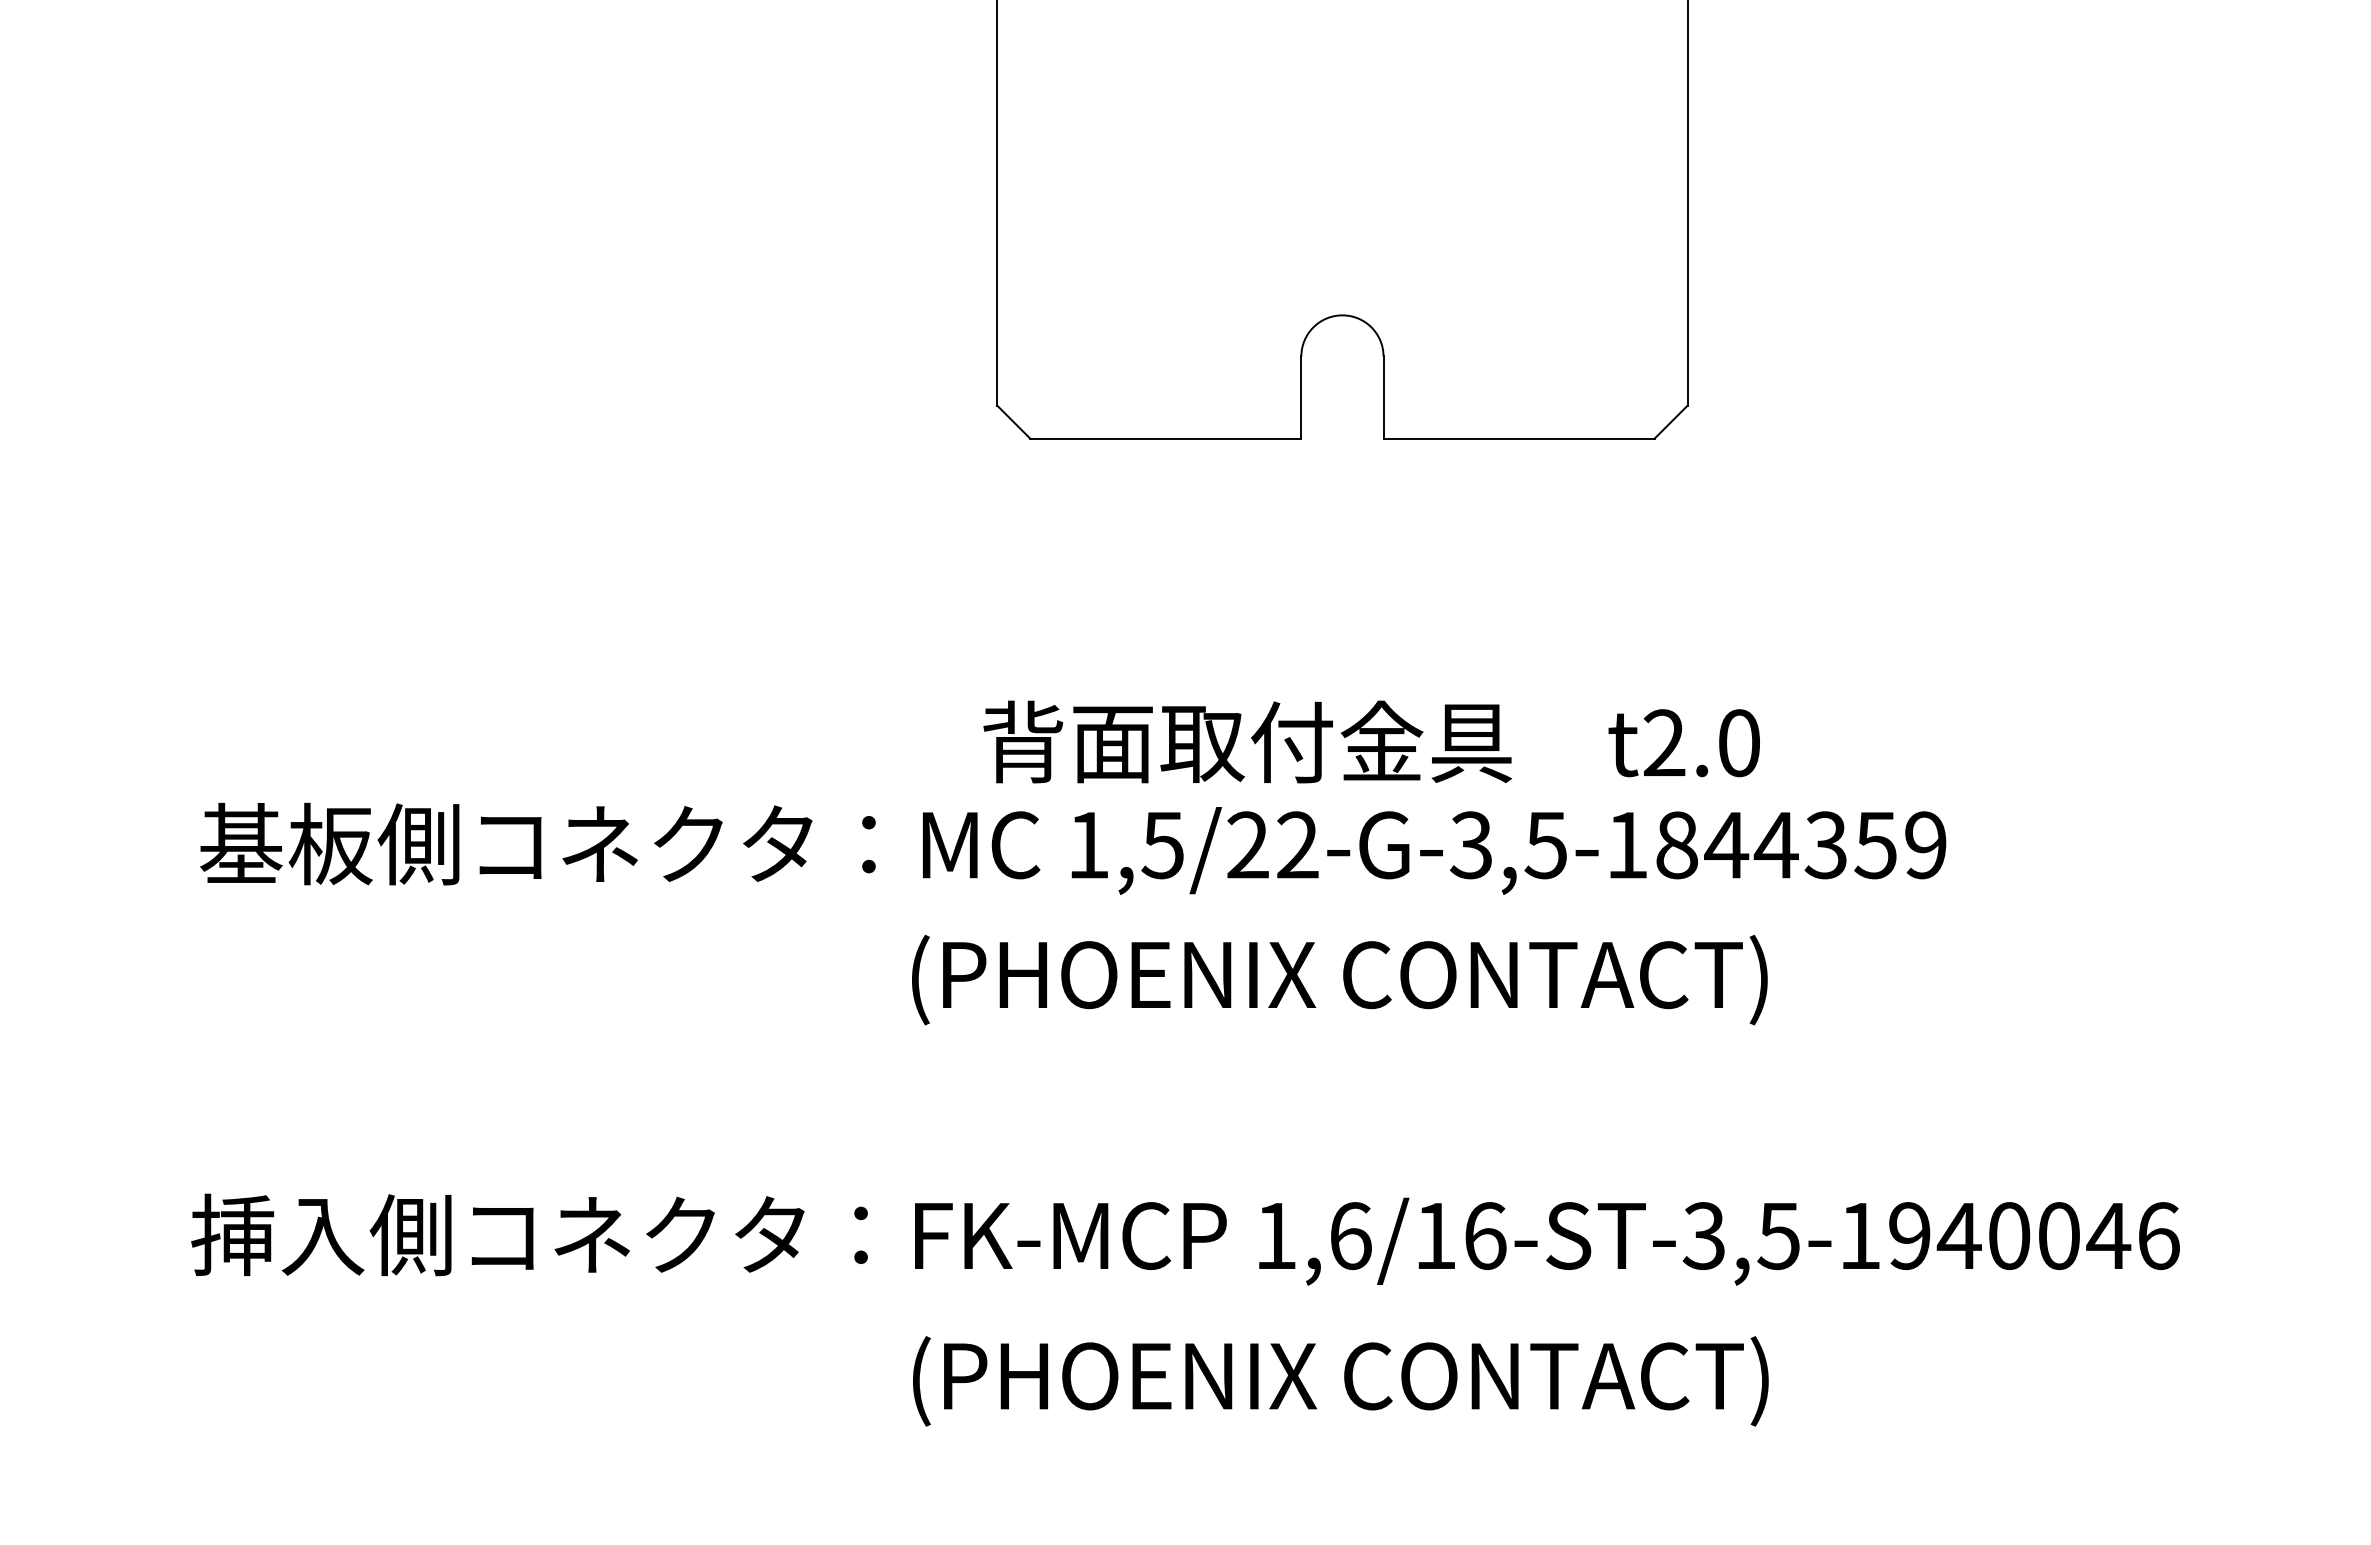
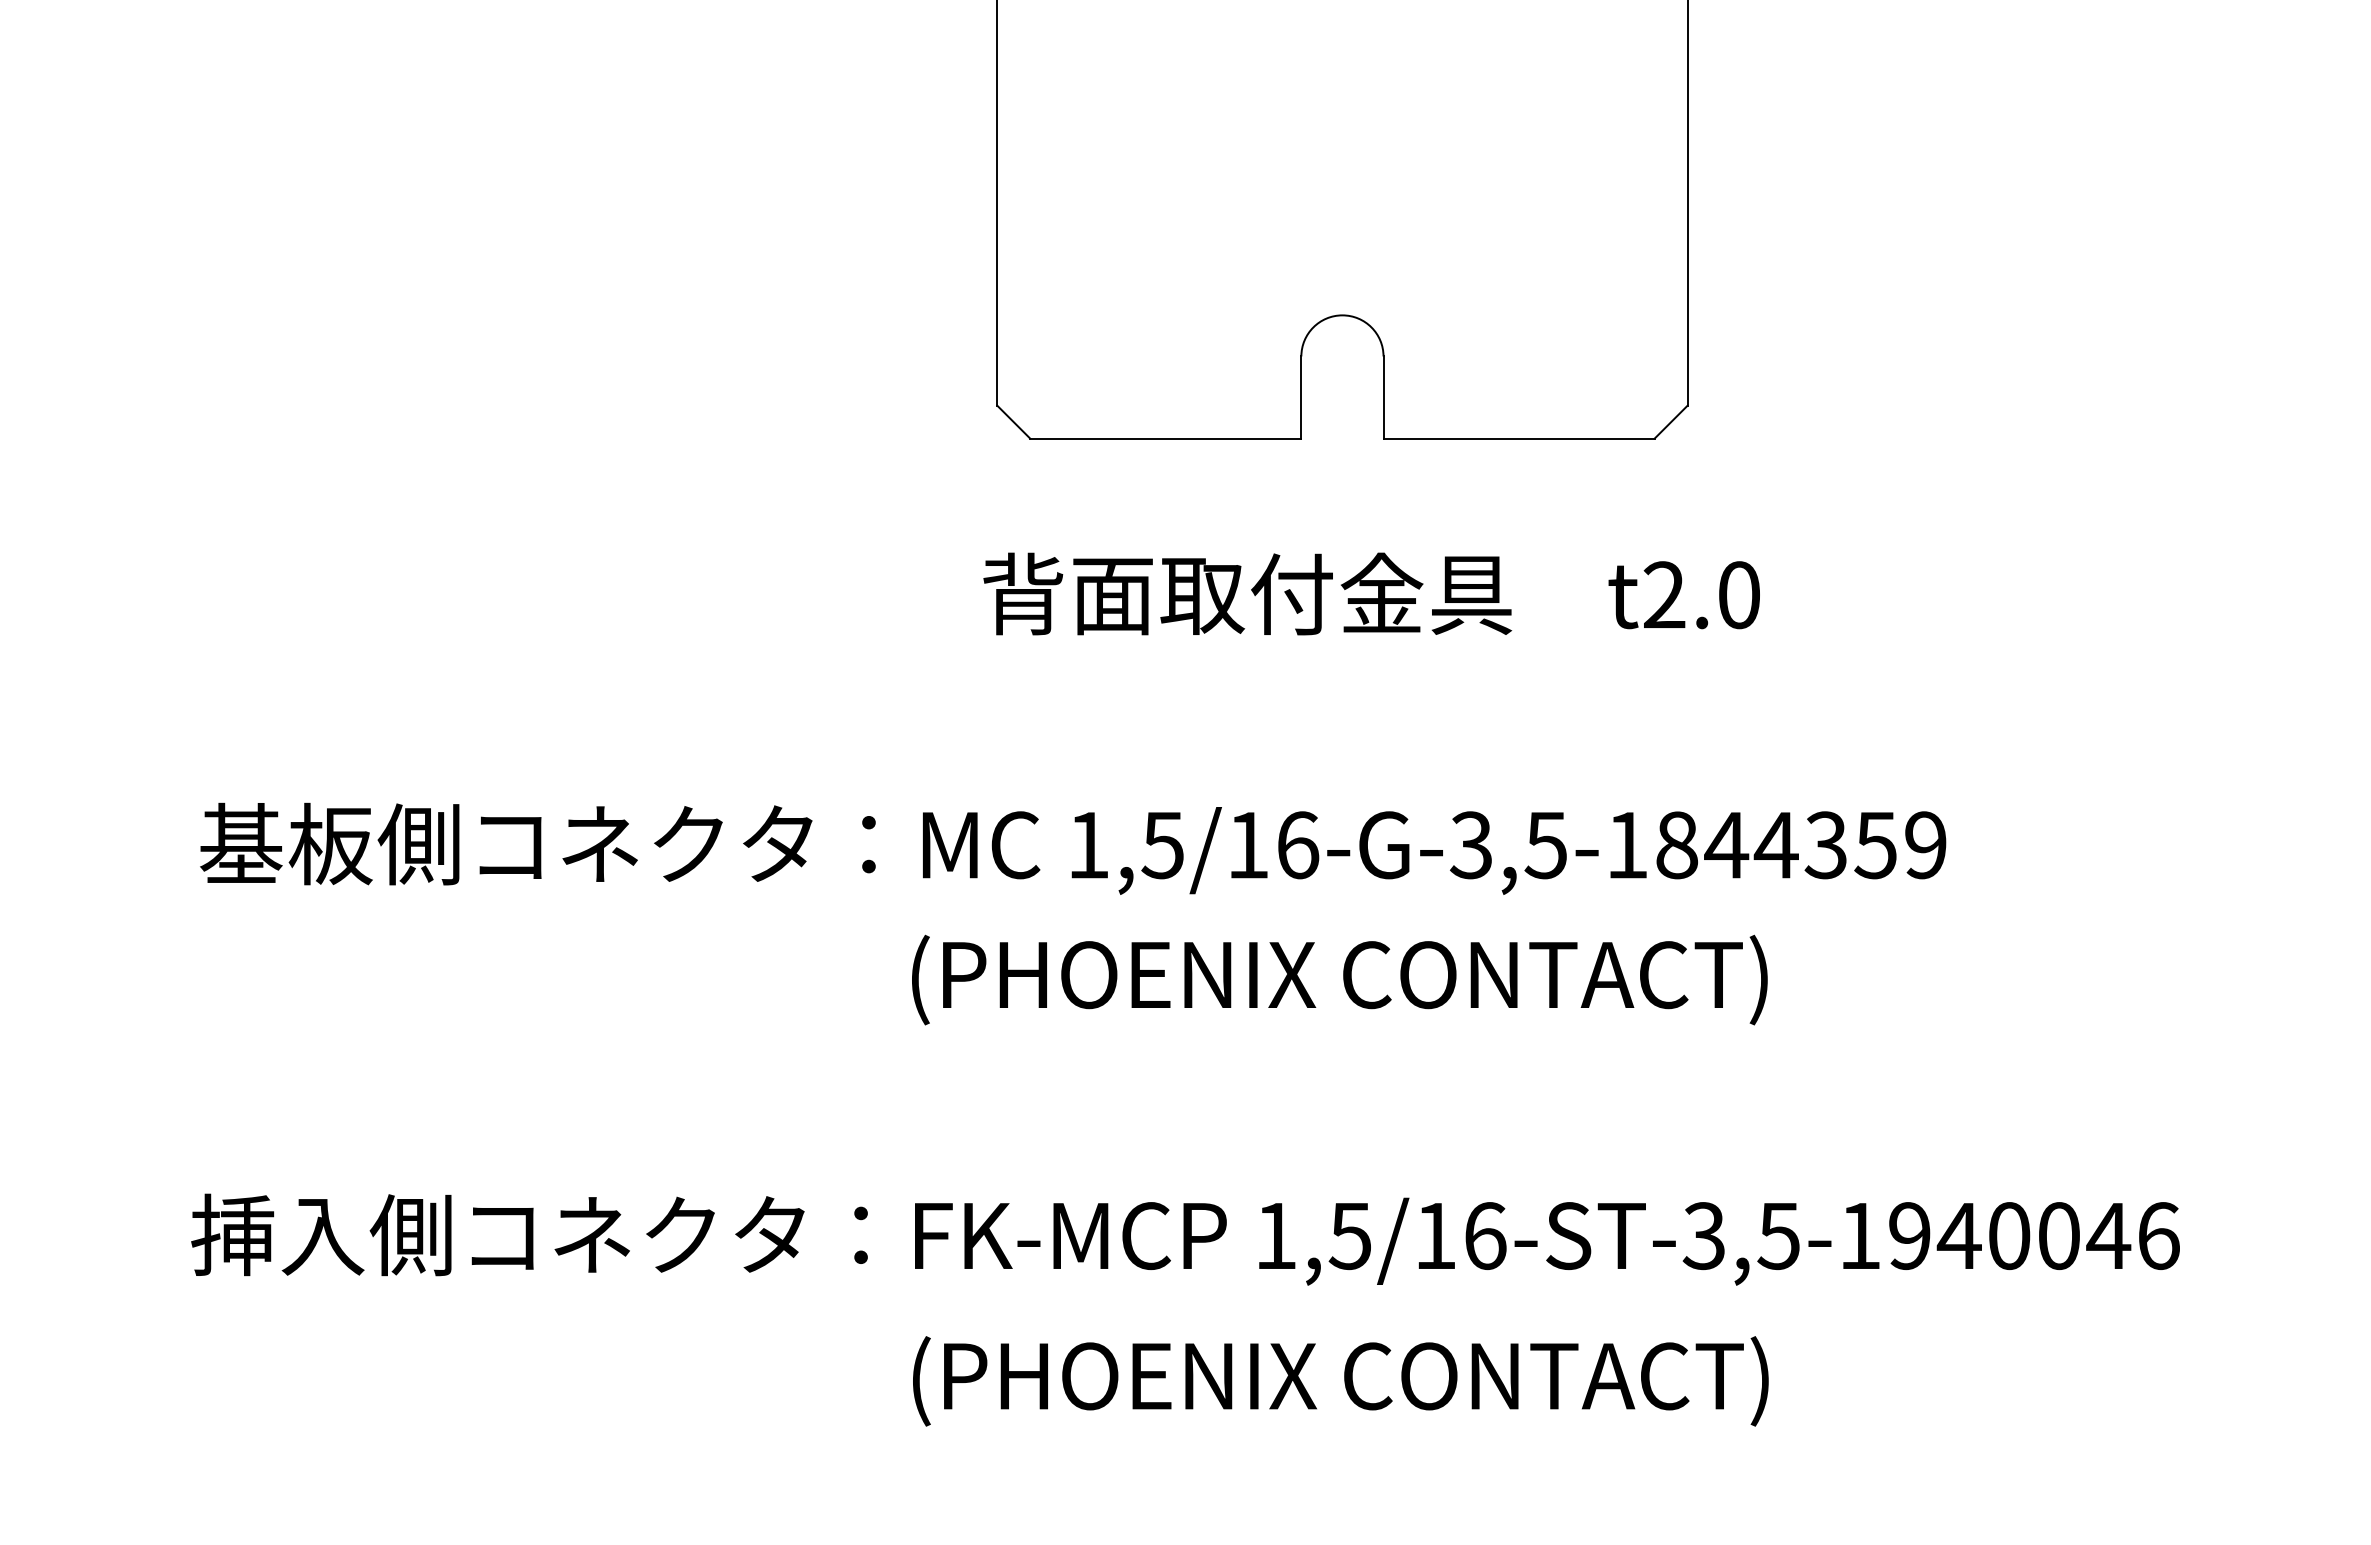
text at (1371, 741) position: (1371, 741) -> (1371, 593)
text at (1273, 845): 1,5/22-G-3,5-1844359 -> 1,5/16-G-3,5-1844359
text at (1349, 1236): 1,6/16-ST-3,5-1940046 -> 1,5/16-ST-3,5-1940046
